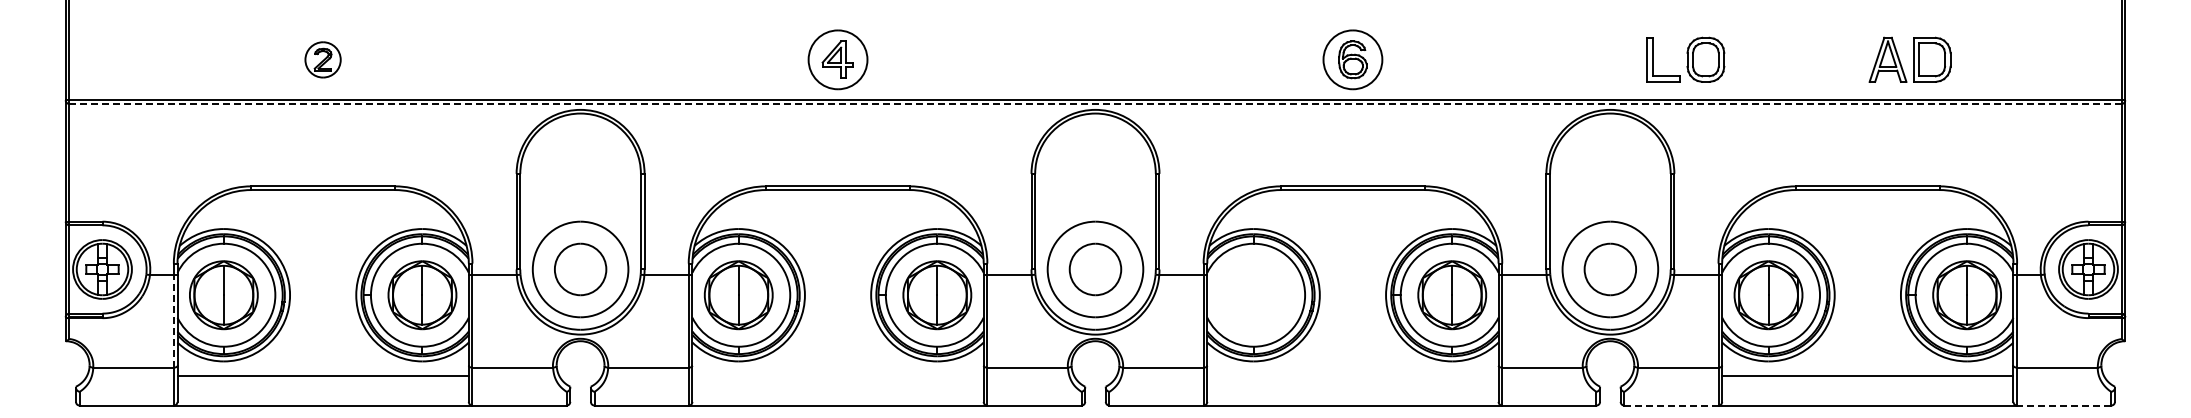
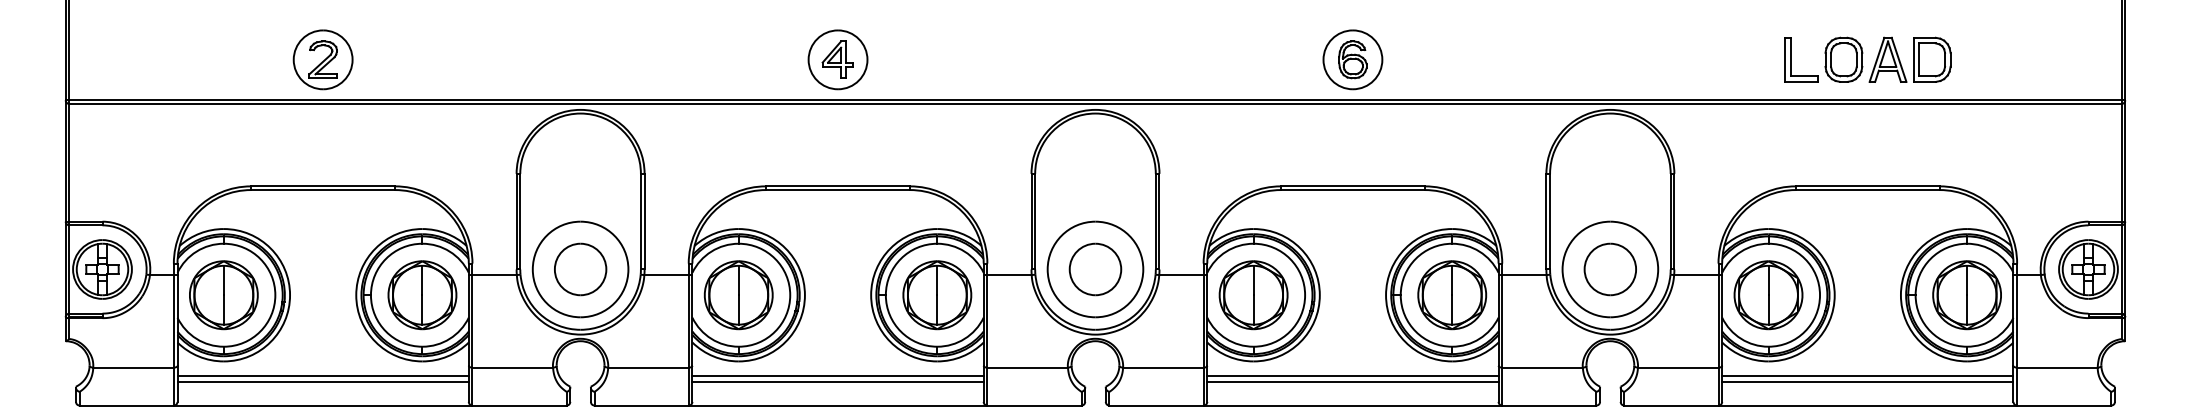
part at (322, 59) size: 38x38 px -> 62x62 px
part at (1685, 59) position: (1685, 59) -> (1823, 59)
line at (1094, 104): dashed -> solid
part at (1253, 295): none -> present
line at (173, 320): dashed -> solid
line at (837, 376): none -> present
line at (1352, 376): none -> present
line at (322, 382): none -> present
line at (837, 382): none -> present
line at (1352, 382): none -> present
line at (1867, 382): none -> present
line at (1670, 405): dashed -> solid
line at (2063, 405): dashed -> solid
